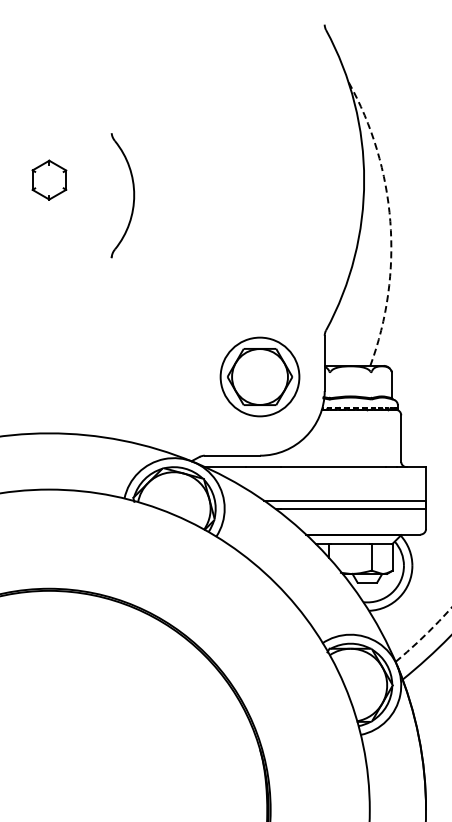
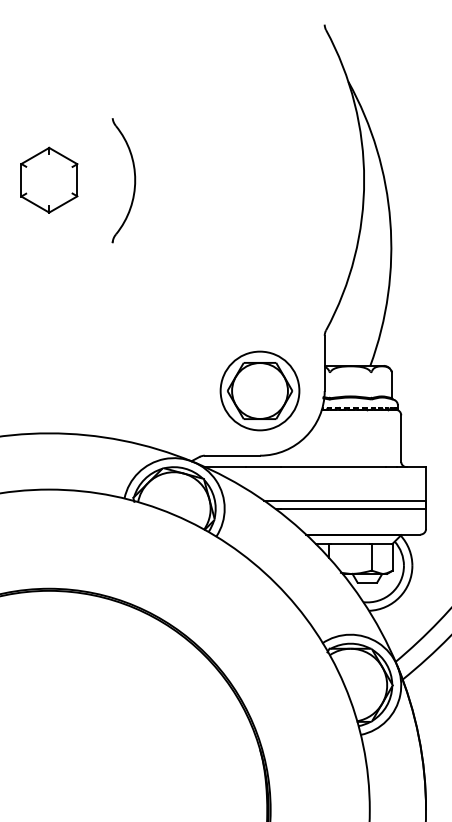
part at (49, 179) size: 37x42 px -> 59x68 px
part at (133, 195) position: (133, 195) -> (134, 180)
arc at (390, 221): dashed -> solid
part at (259, 376) position: (259, 376) -> (259, 390)
arc at (425, 635): dashed -> solid
